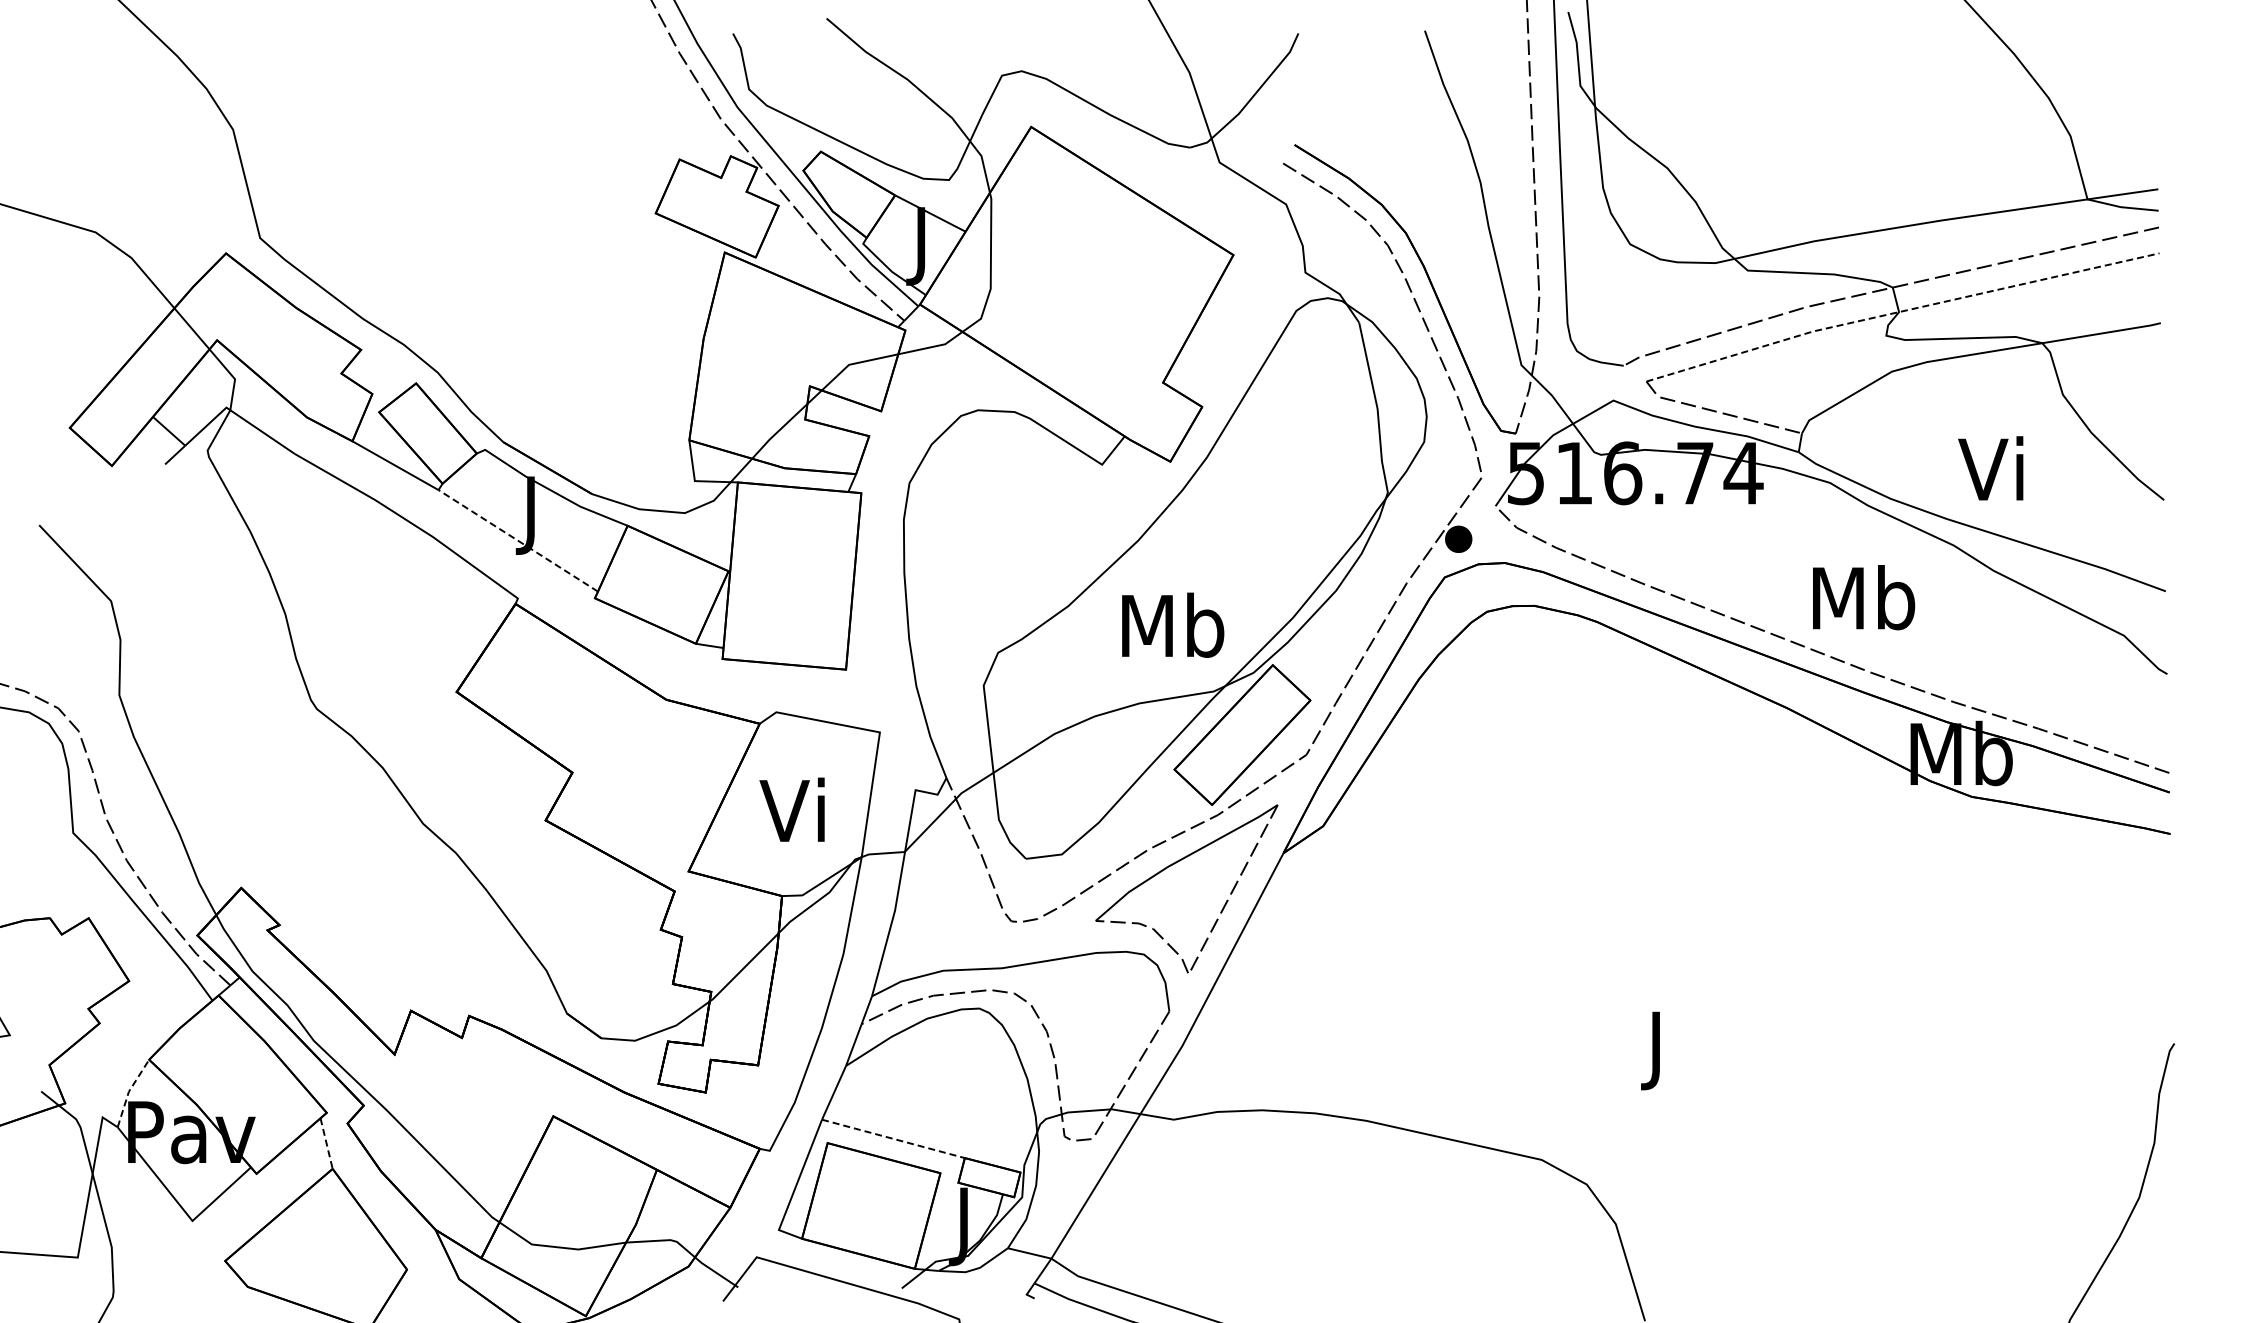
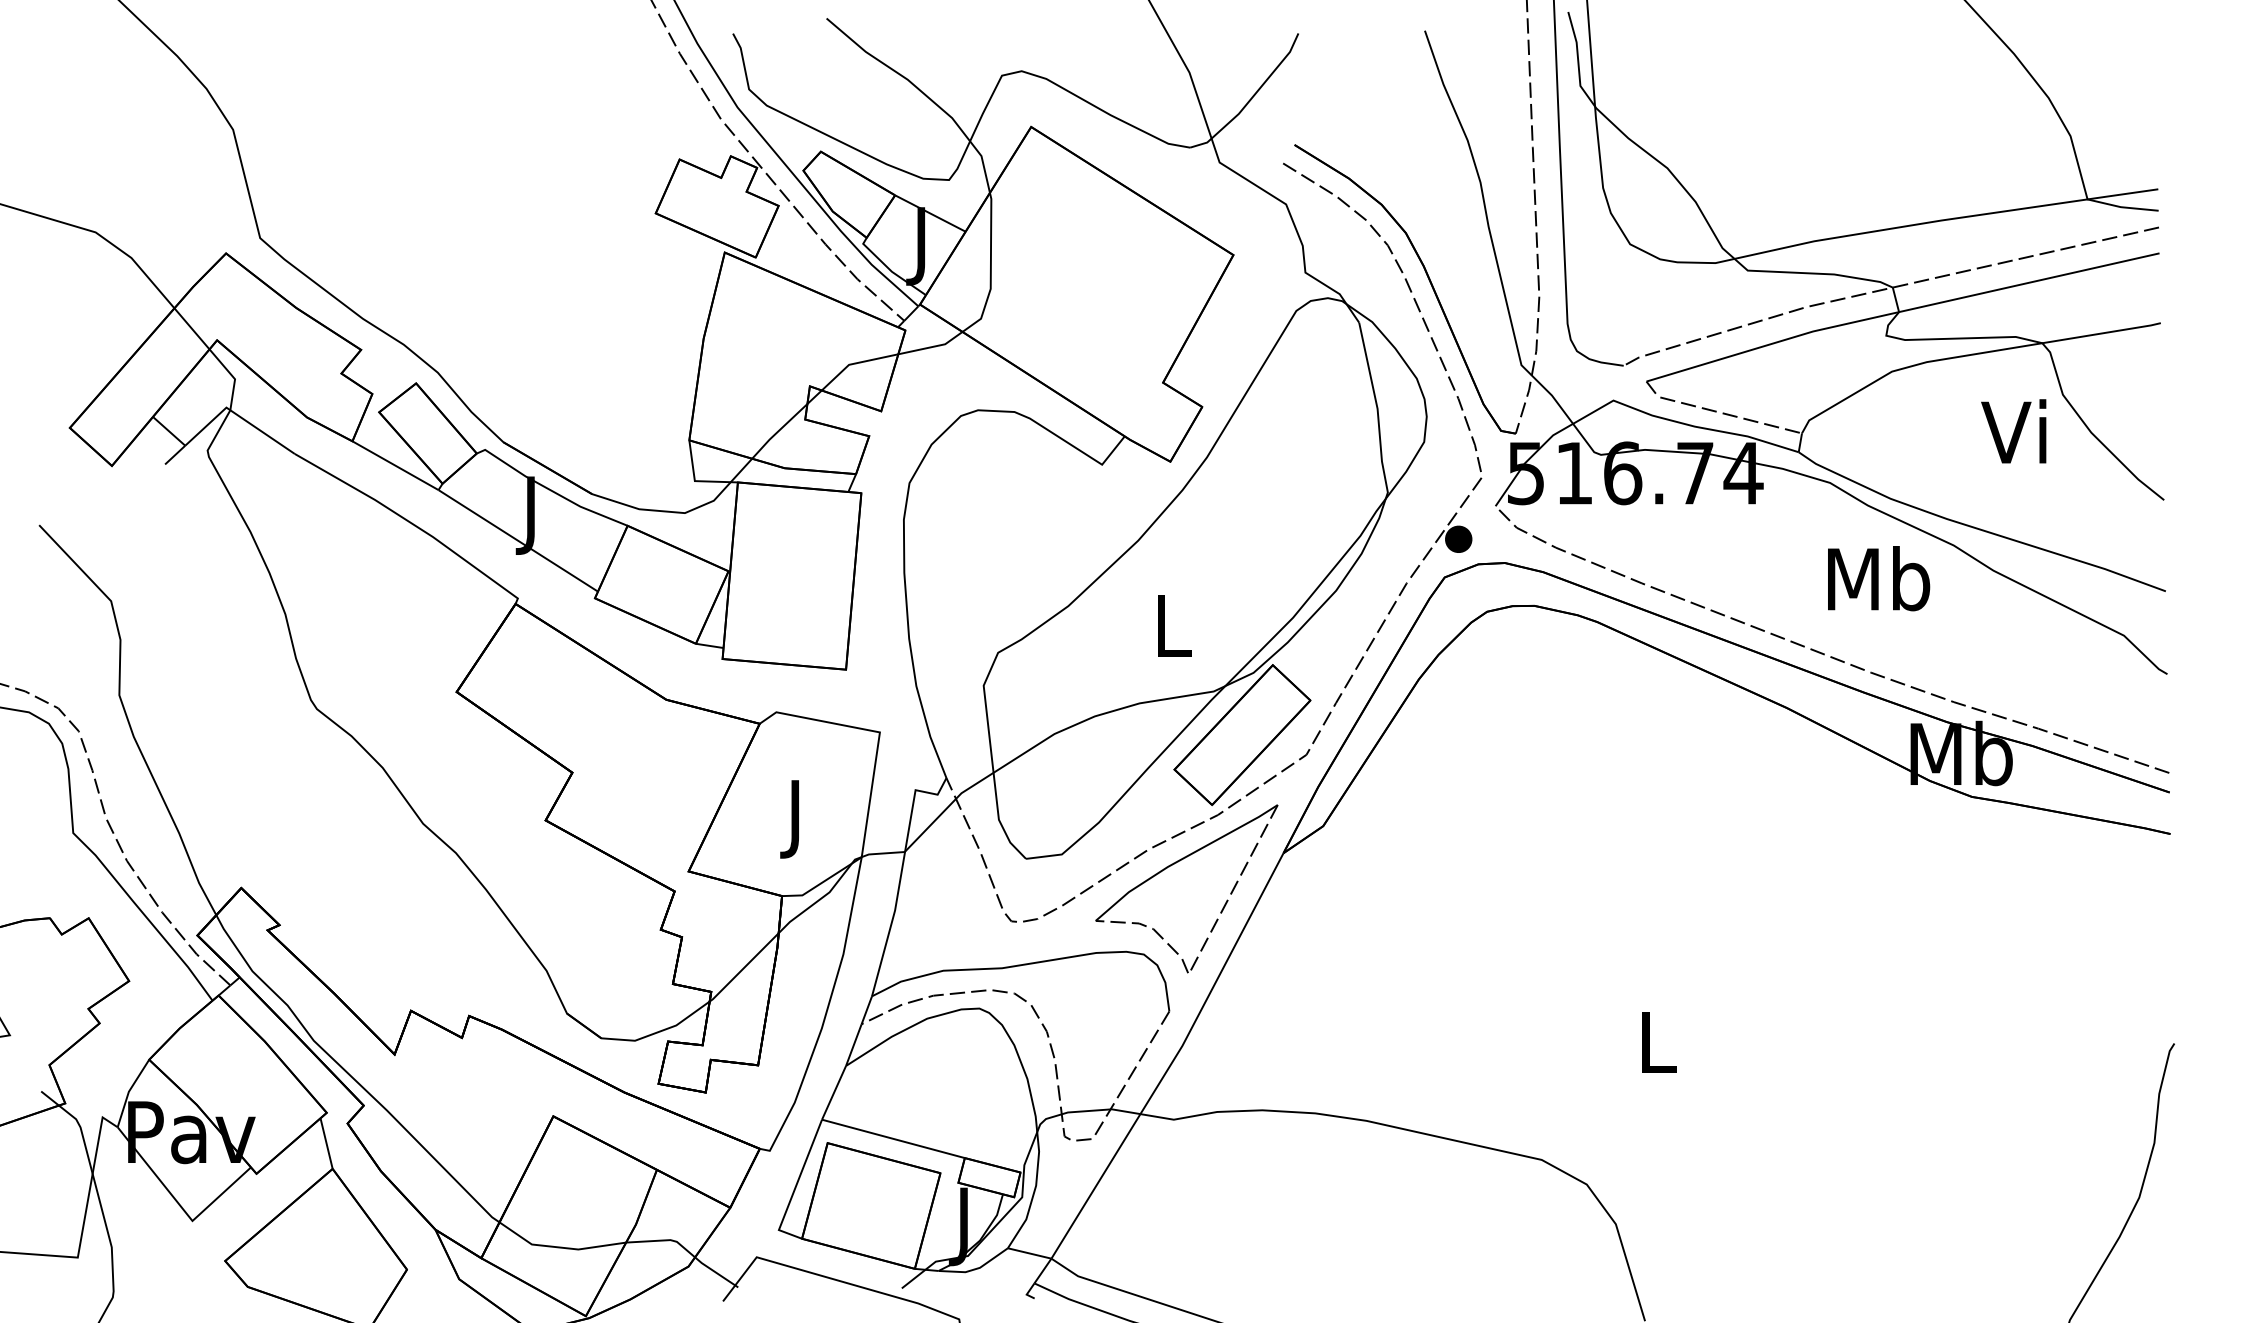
line at (1901, 311): dashed -> solid
text at (1990, 468) position: (1990, 468) -> (2013, 431)
line at (518, 540): dashed -> solid
text at (1864, 597) position: (1864, 597) -> (1879, 578)
text at (1173, 624): Mb -> L
text at (791, 817): Vi -> J
text at (1658, 1050): J -> L
line at (128, 1091): dashed -> solid
line at (893, 1138): dashed -> solid
line at (326, 1144): dashed -> solid
